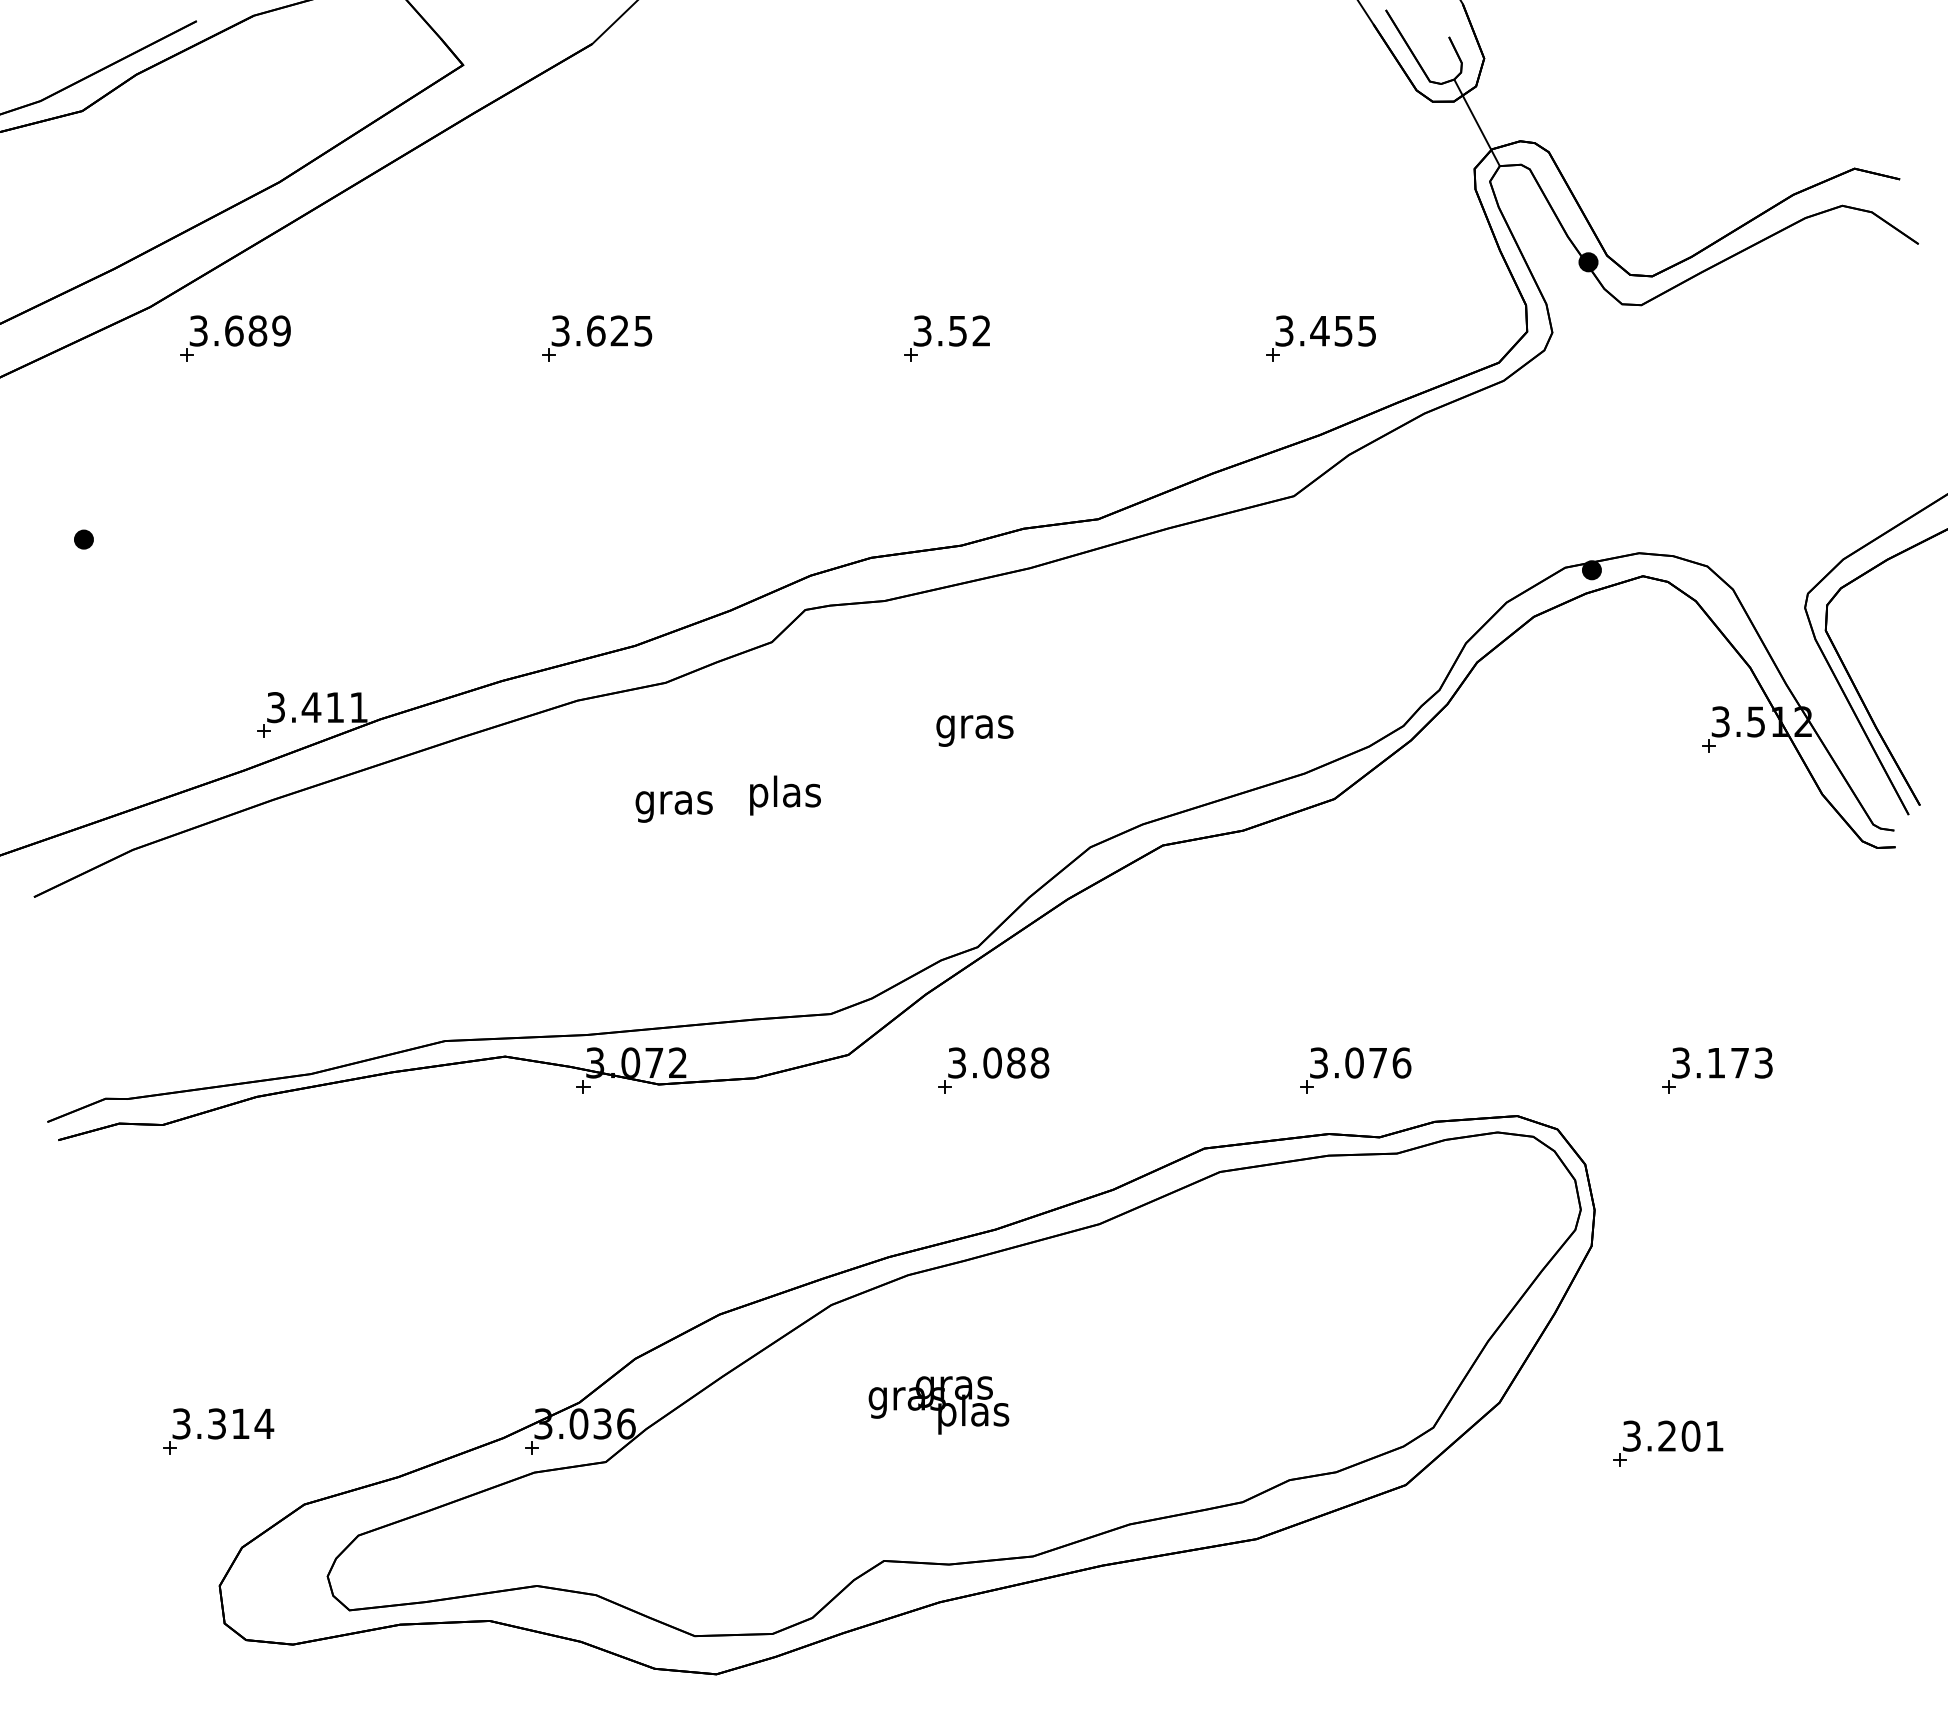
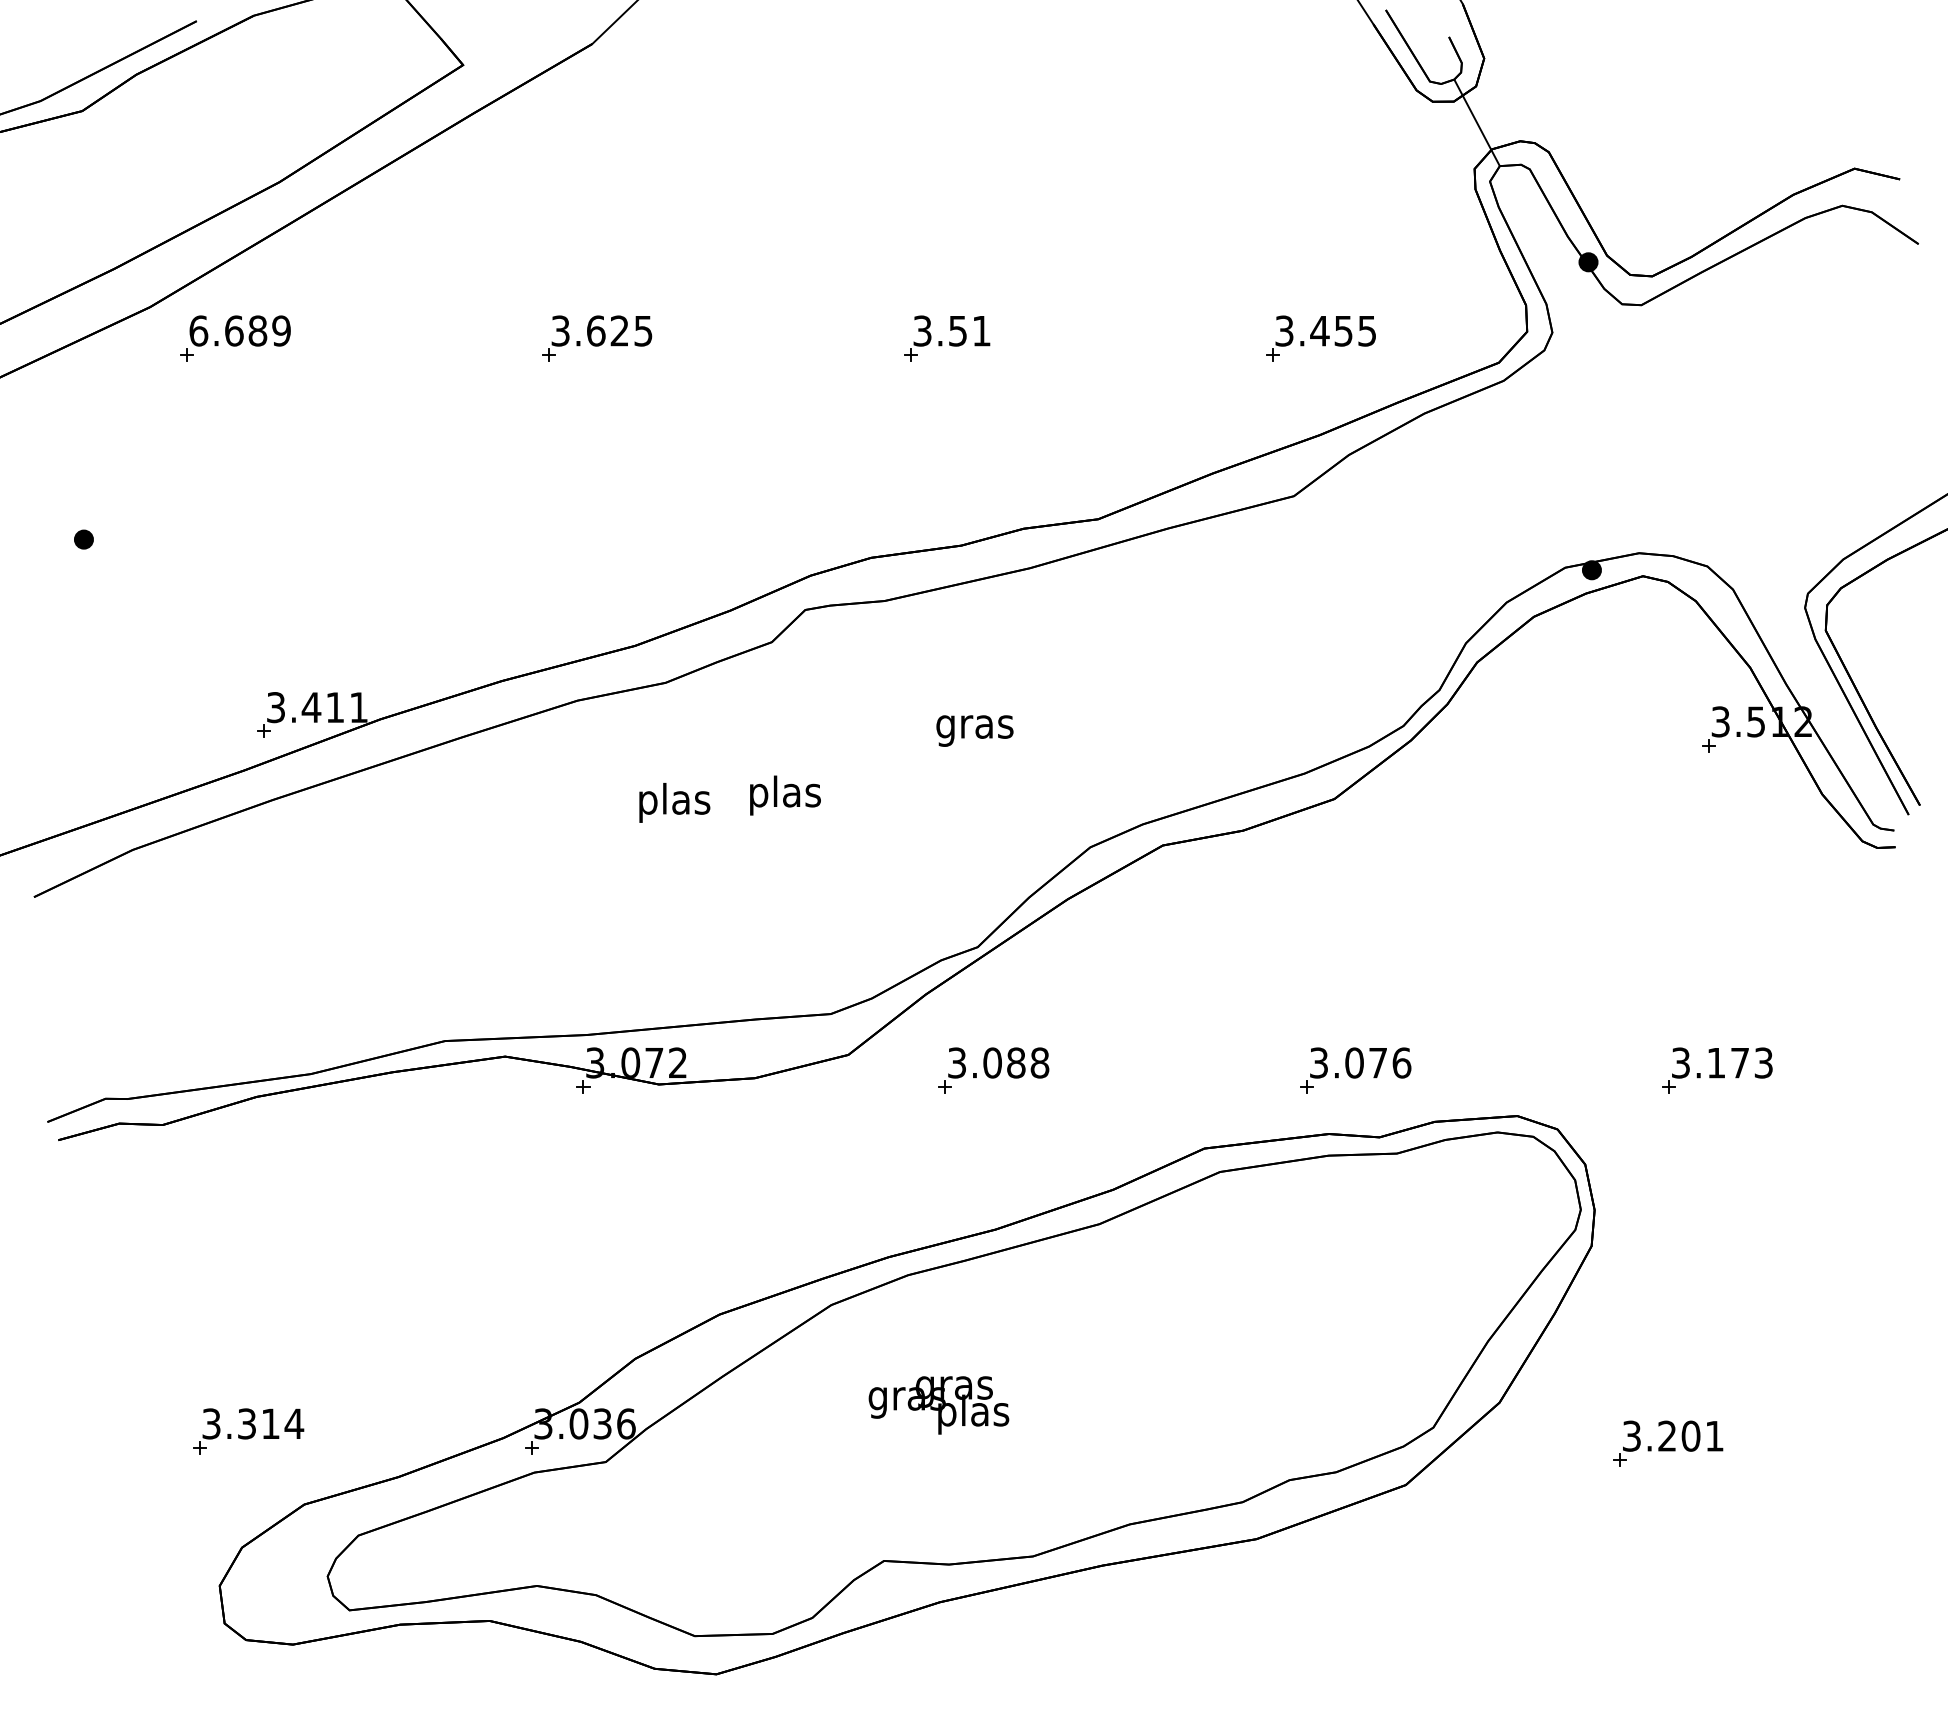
text at (198, 330): 3.689 -> 6.689
text at (981, 330): 3.52 -> 3.51
text at (673, 802): gras -> plas
part at (218, 1431) position: (218, 1431) -> (248, 1431)
